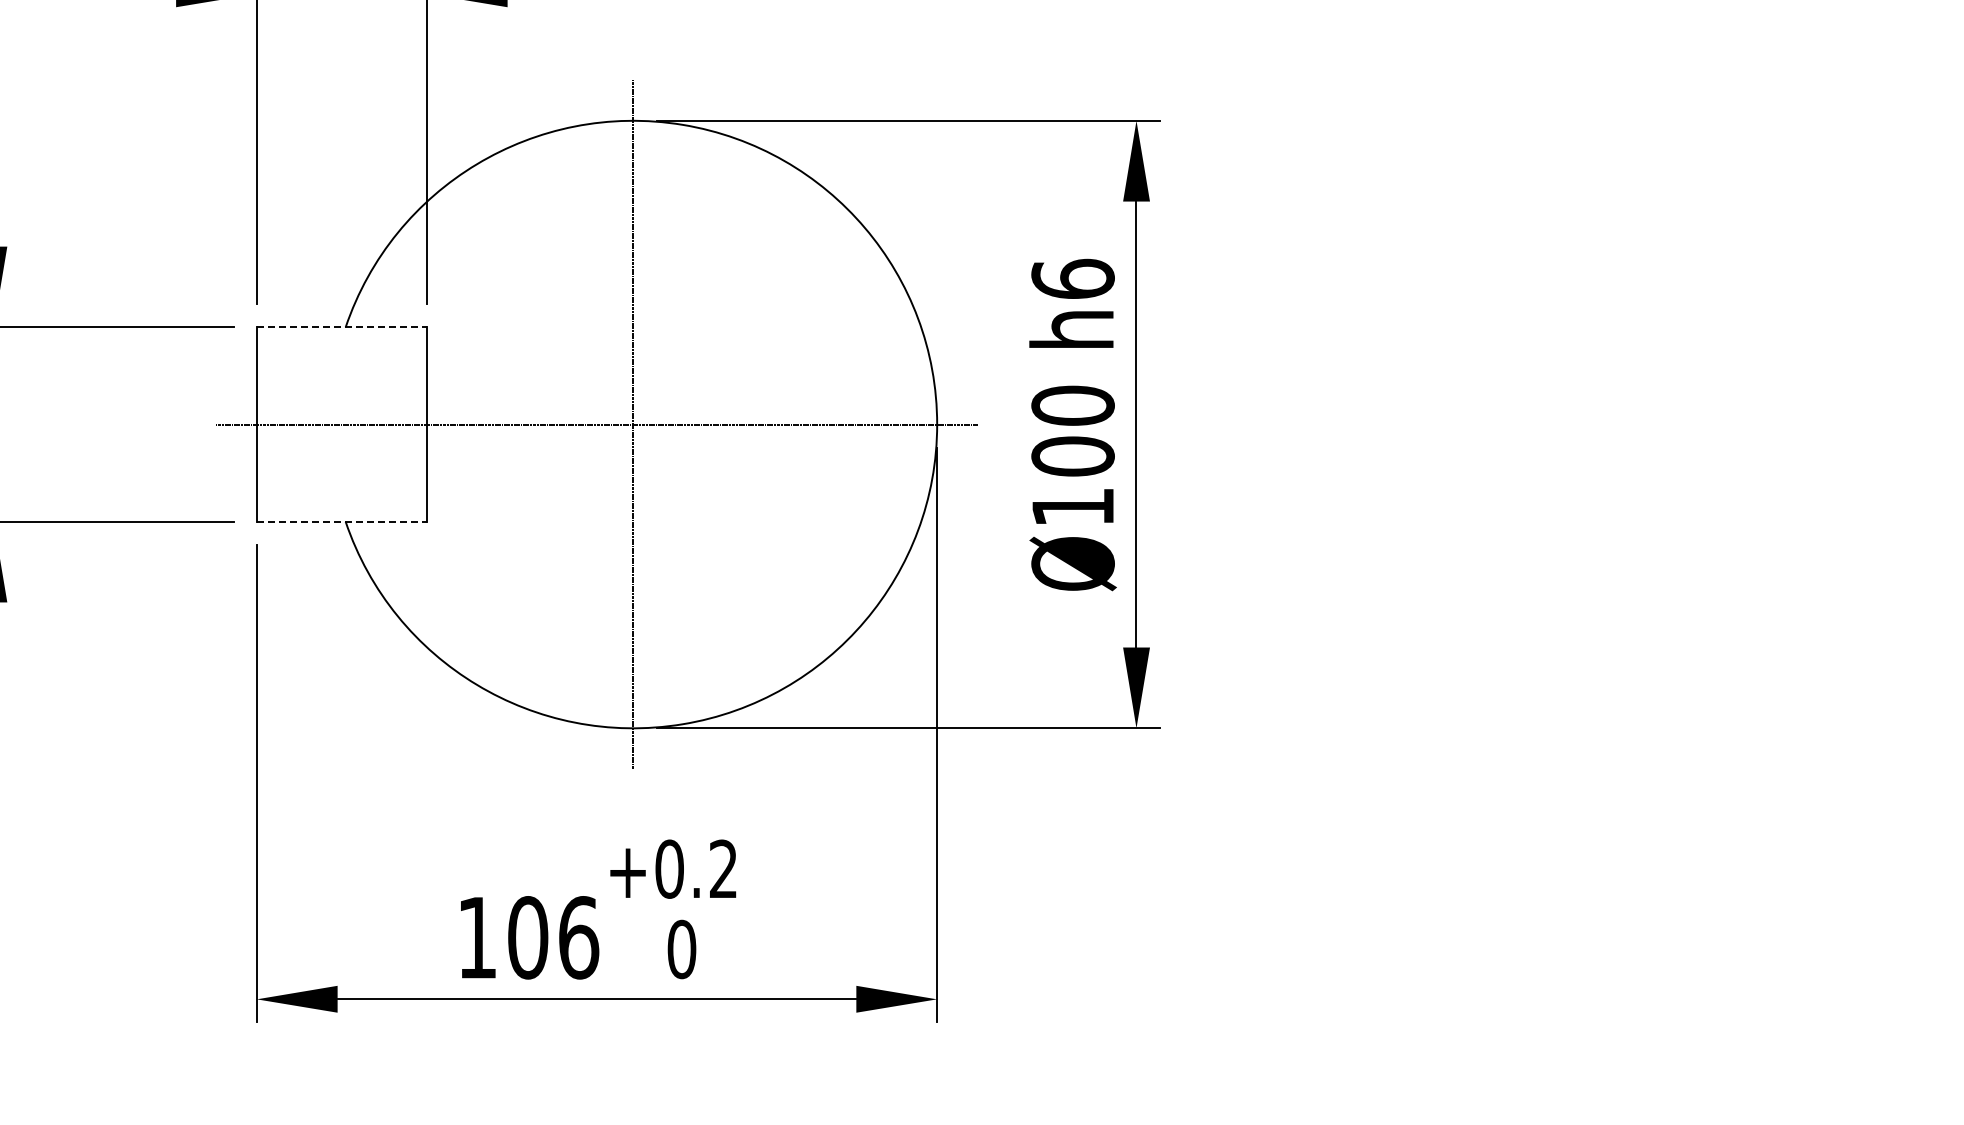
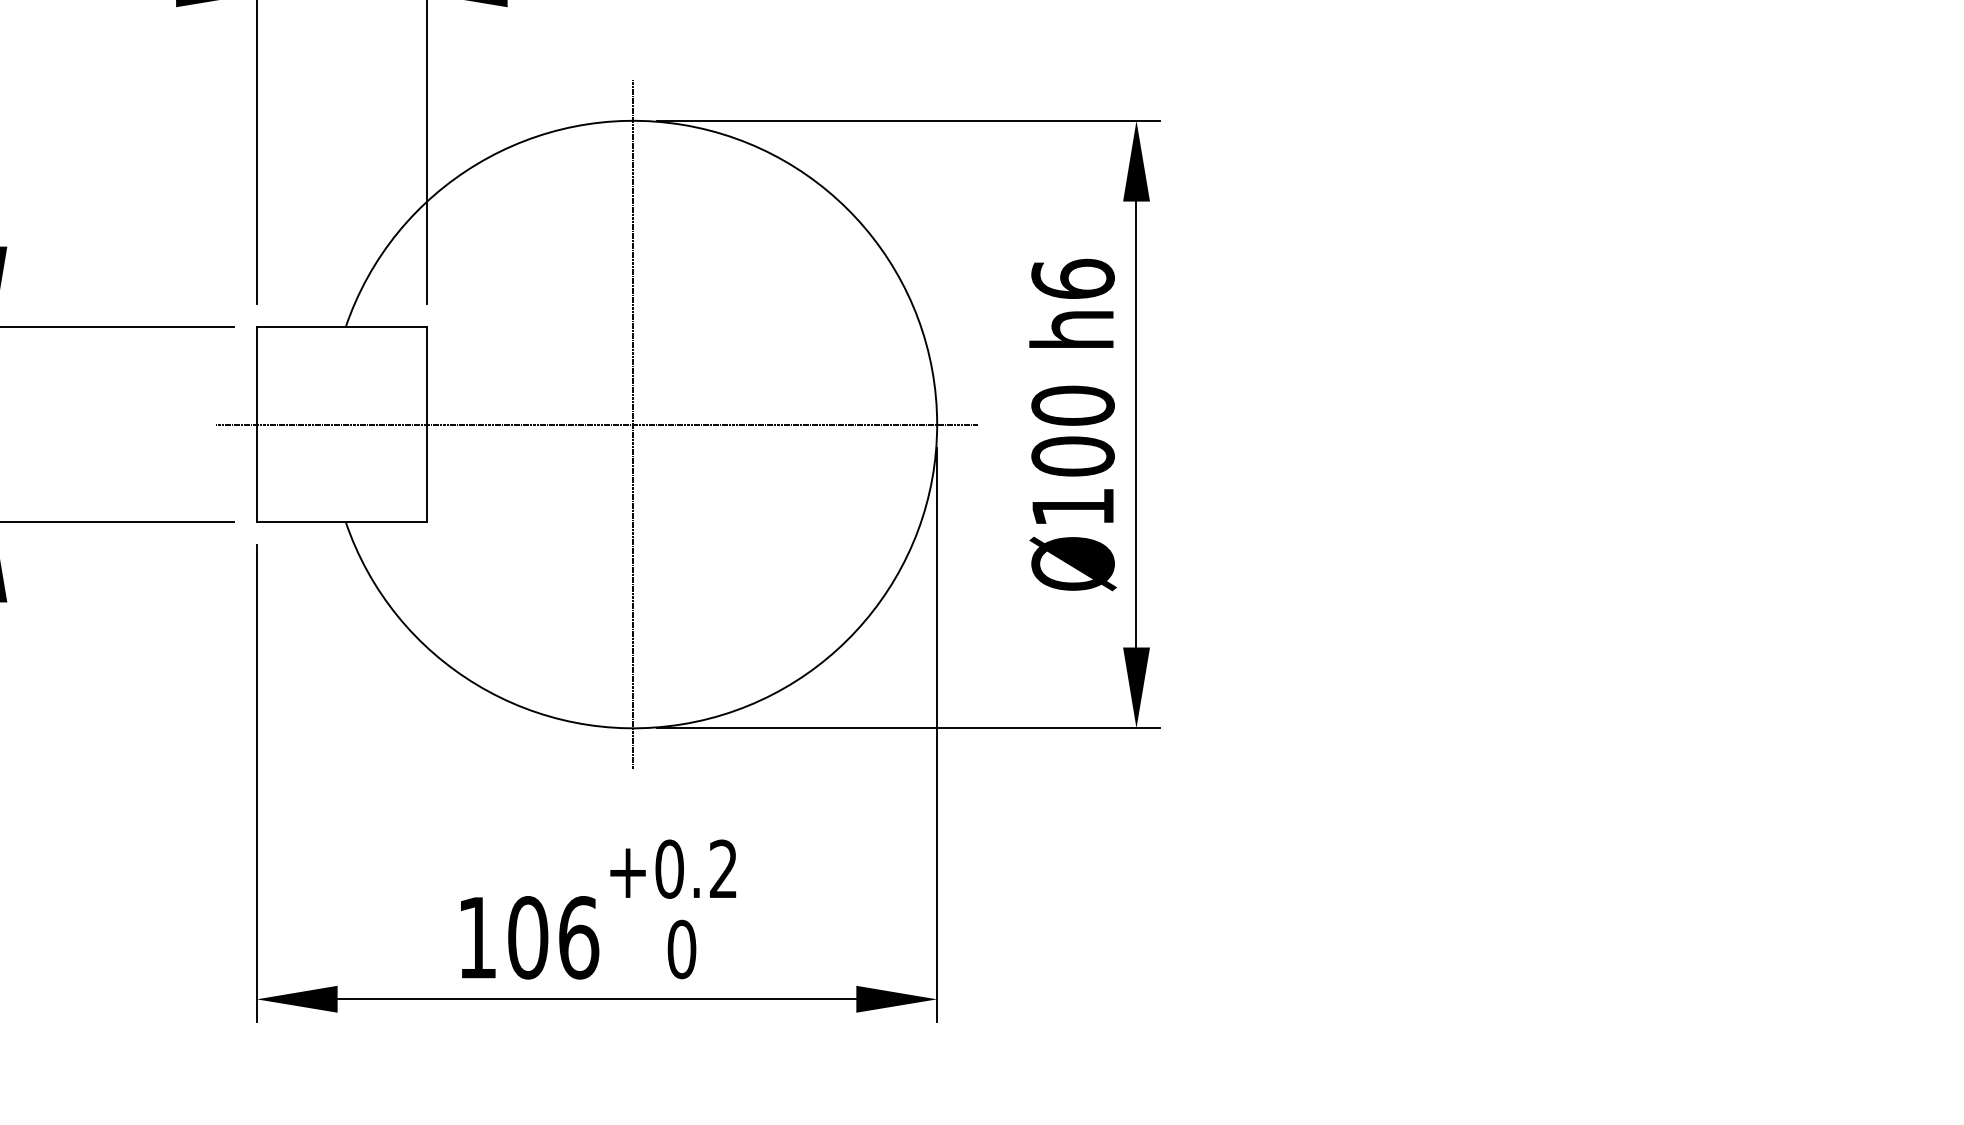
line at (342, 327): dashed -> solid
line at (342, 521): dashed -> solid
